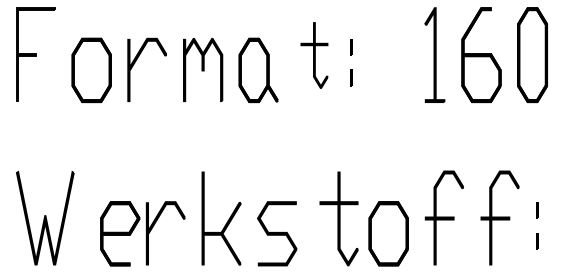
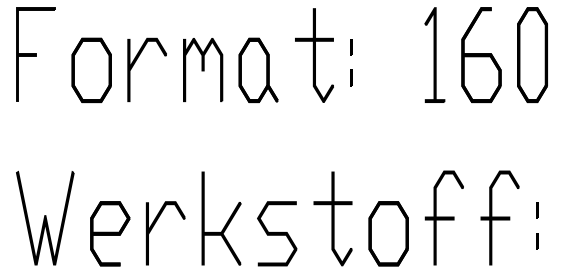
part at (314, 55) size: 29x67 px -> 39x95 px
part at (338, 218) position: (338, 218) -> (332, 218)
part at (120, 233) position: (120, 233) -> (110, 233)
